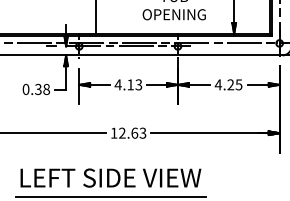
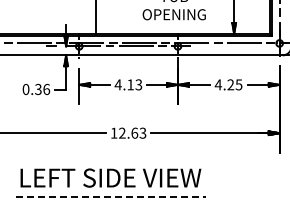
text at (46, 89): 0.38 -> 0.36
line at (110, 197): solid -> dashed
